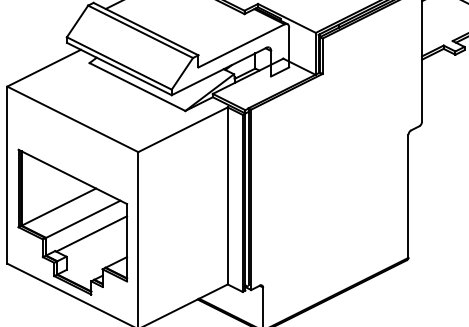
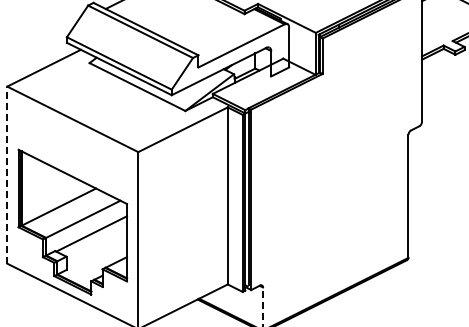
line at (7, 175): solid -> dashed
line at (263, 307): solid -> dashed
